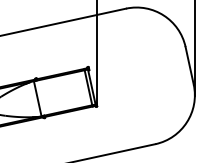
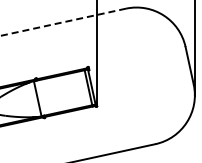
line at (62, 22): solid -> dashed
